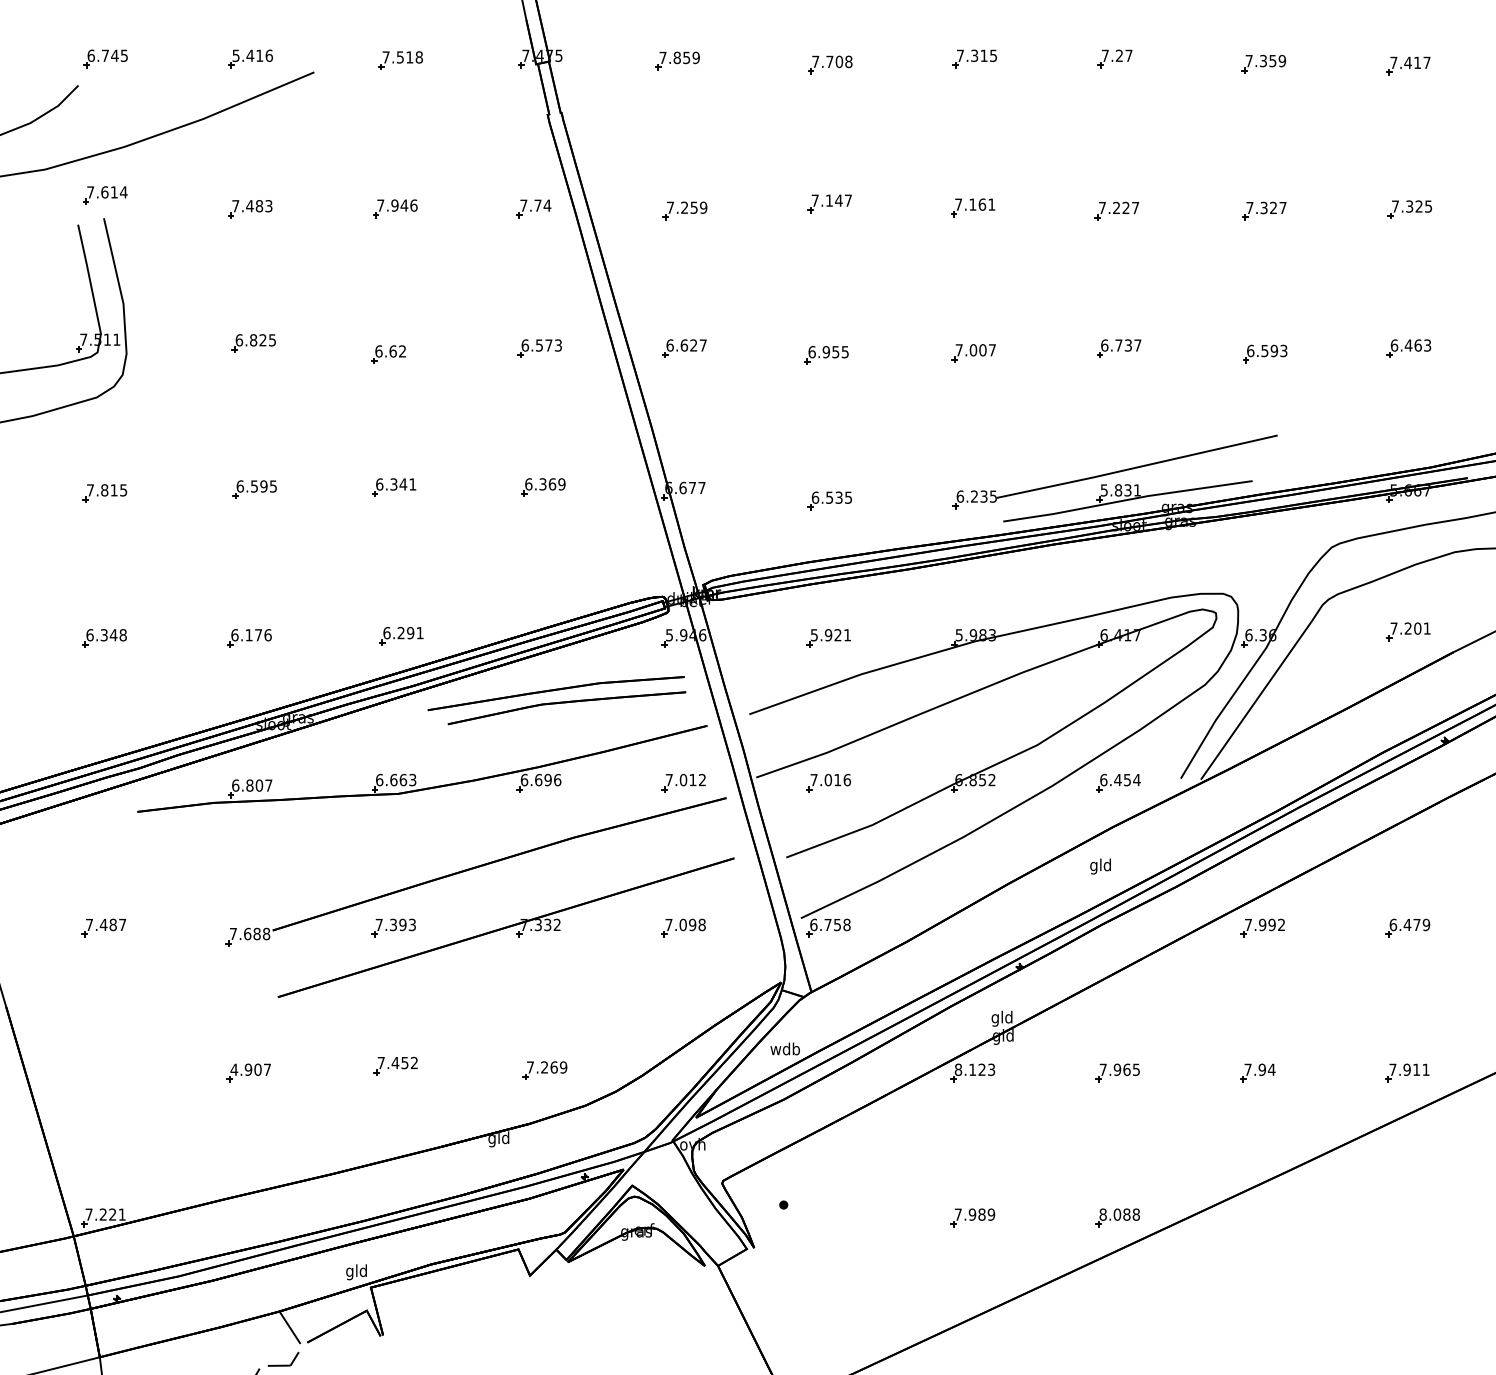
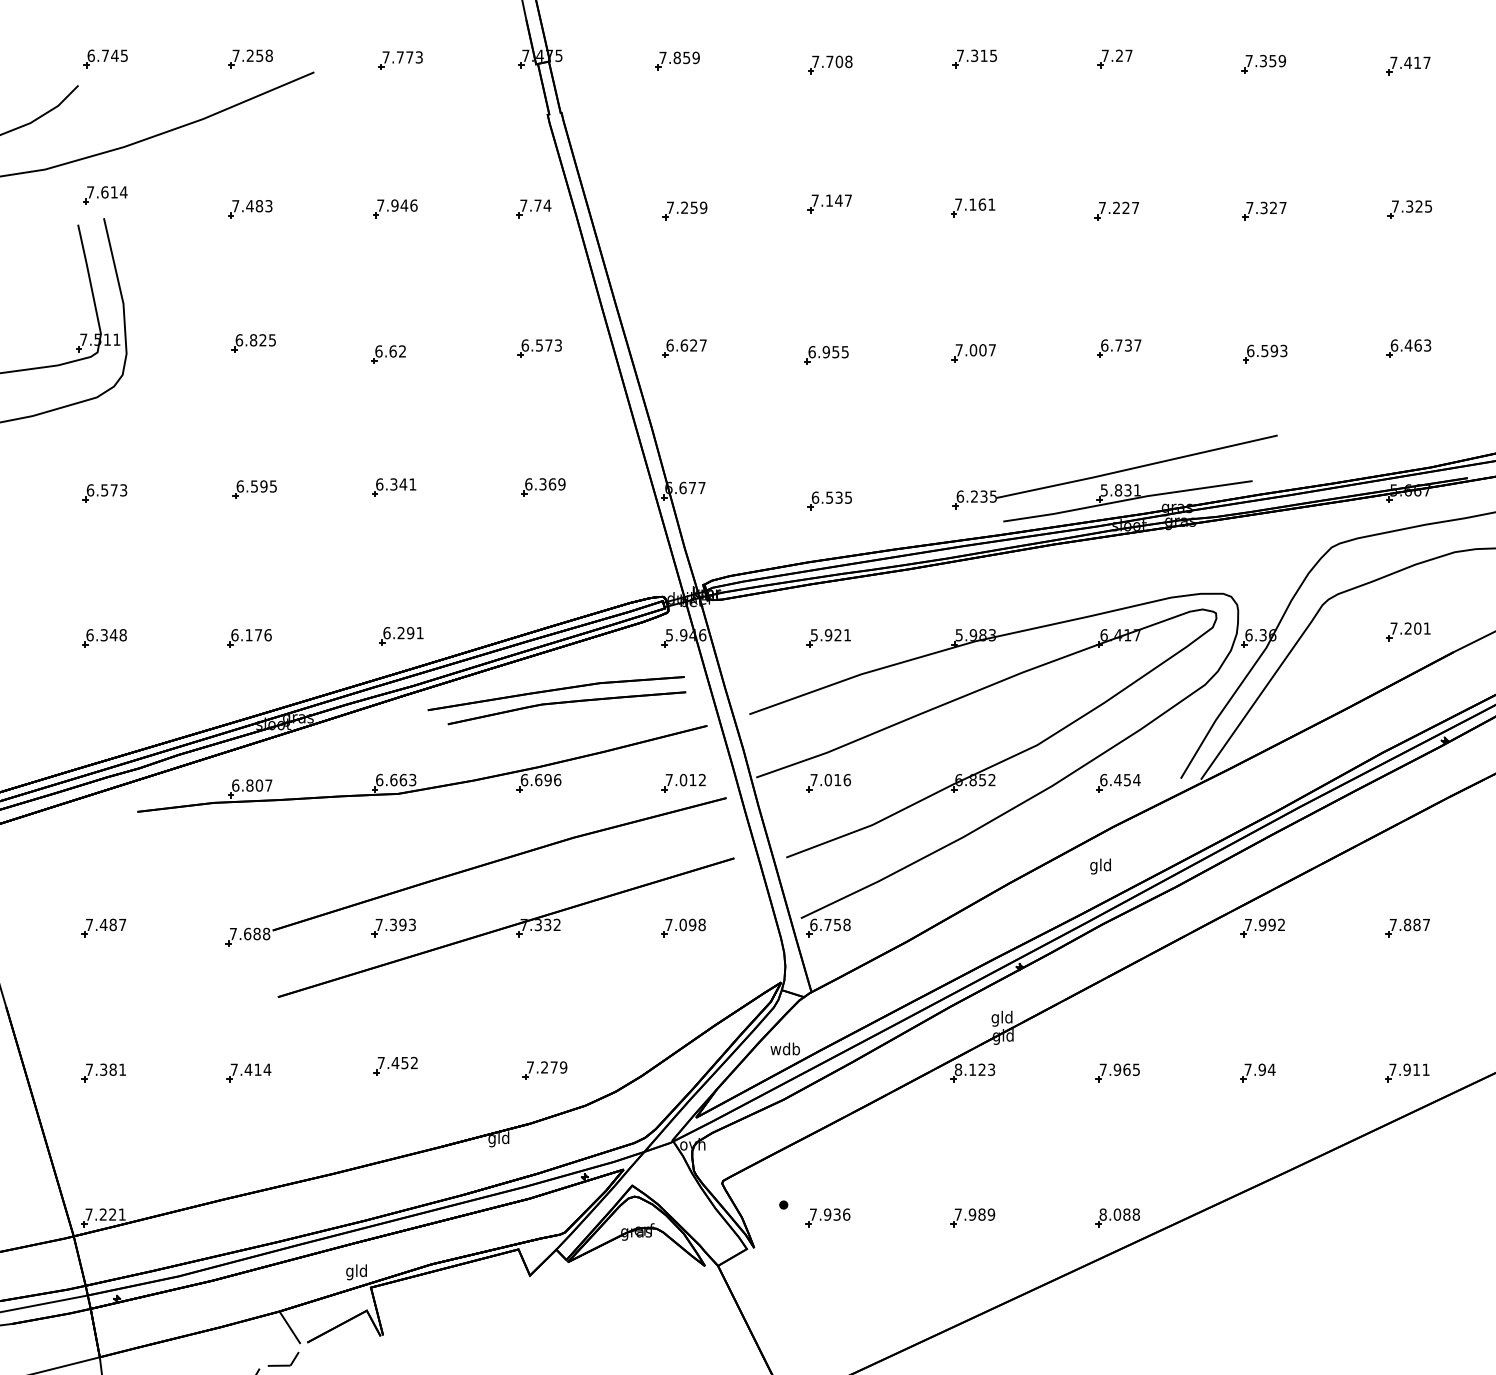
text at (252, 55): 5.416 -> 7.258
text at (409, 57): 7.518 -> 7.773
text at (106, 490): 7.815 -> 6.573
text at (1409, 924): 6.479 -> 7.887
text at (553, 1067): 7.269 -> 7.279
text at (250, 1069): 4.907 -> 7.414
part at (103, 1072): none -> present
part at (827, 1217): none -> present
